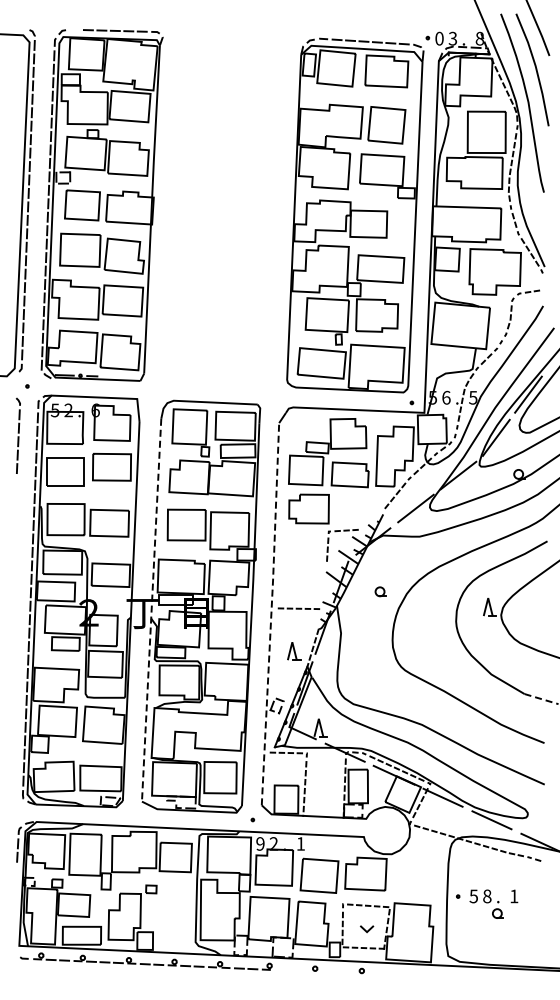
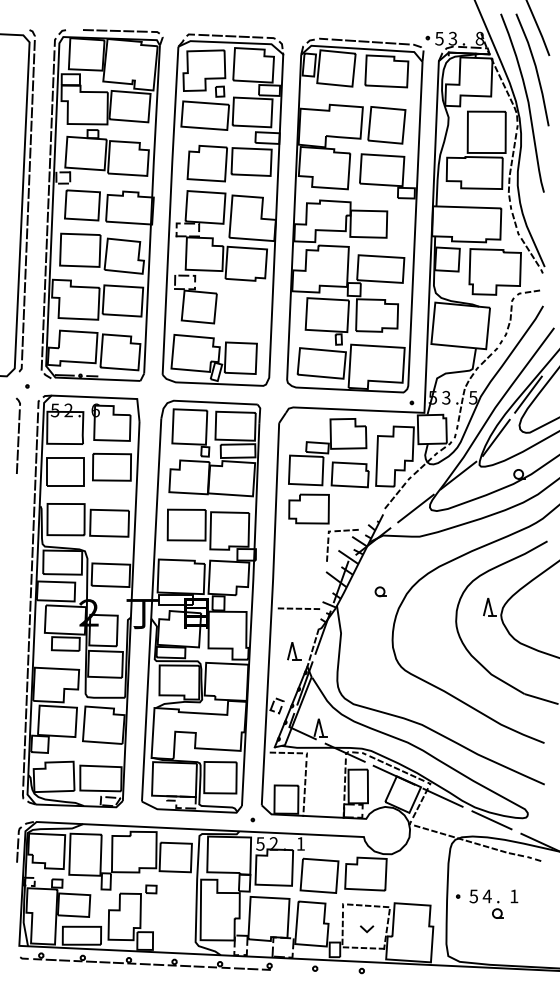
text at (439, 38): 0 -> 5
part at (222, 209): none -> present
text at (446, 397): 6 -> 3
line at (151, 610): dashed -> solid
line at (271, 613): dashed -> solid
line at (541, 699): dashed -> solid
text at (260, 843): 9 -> 5
text at (486, 896): 8 -> 4
